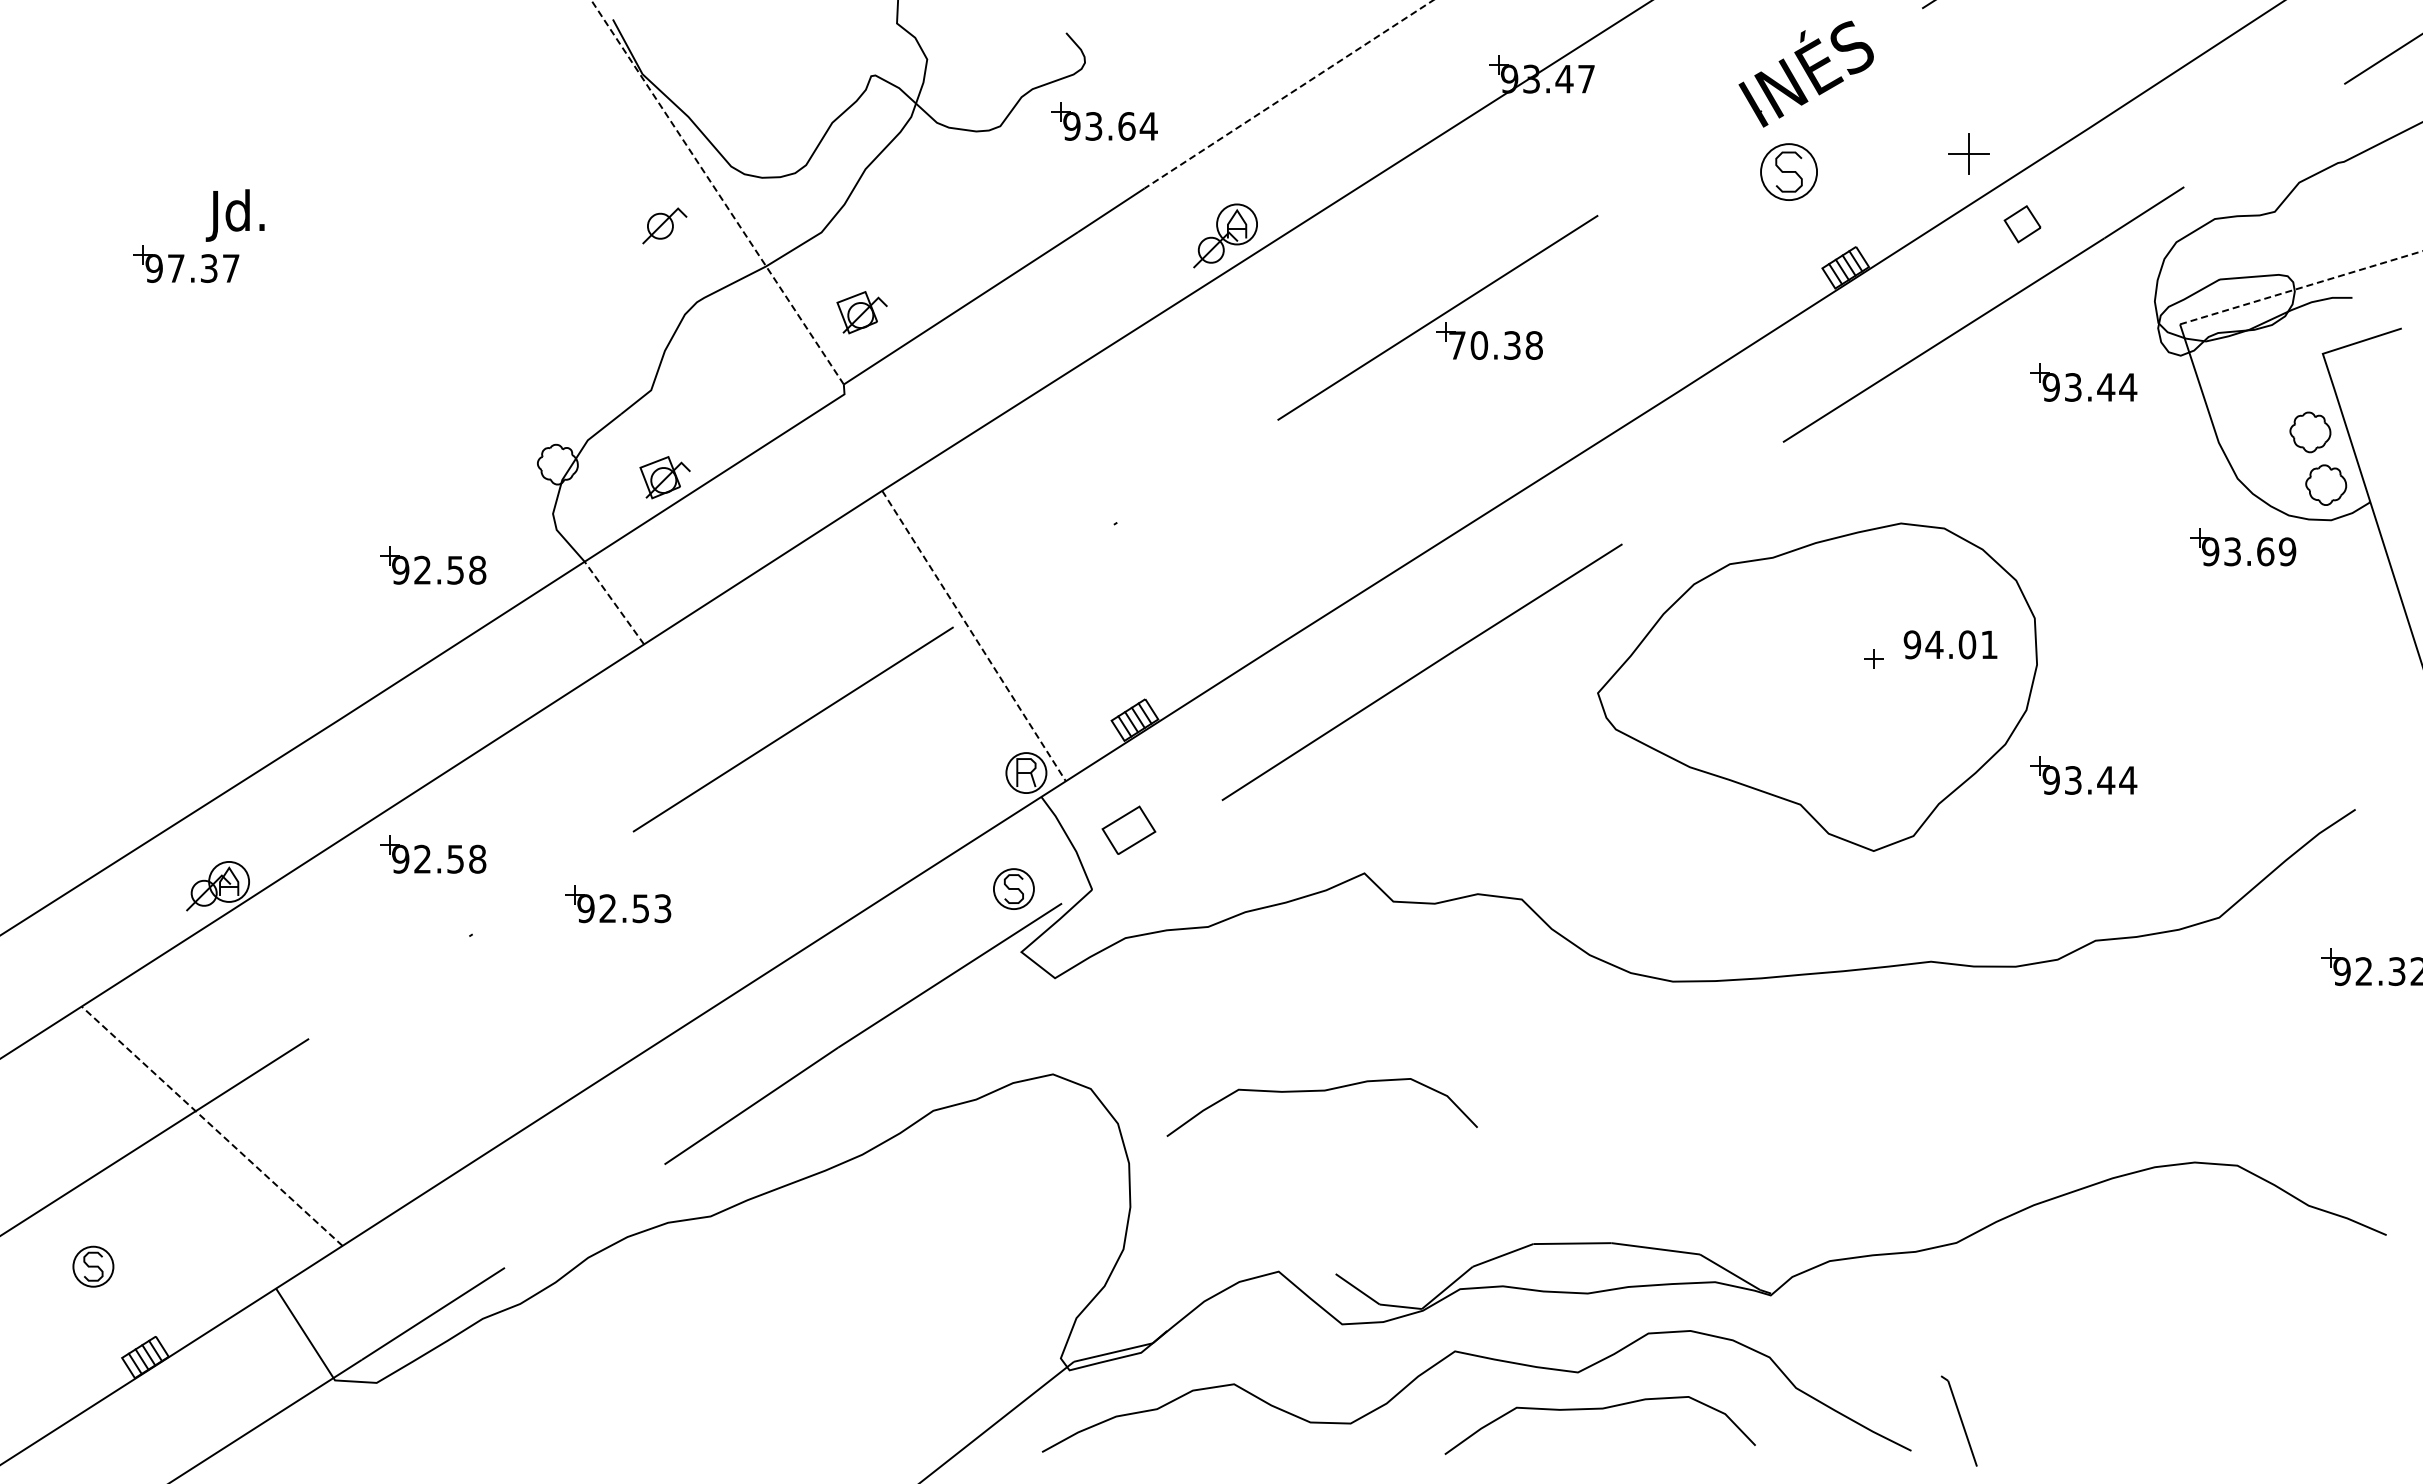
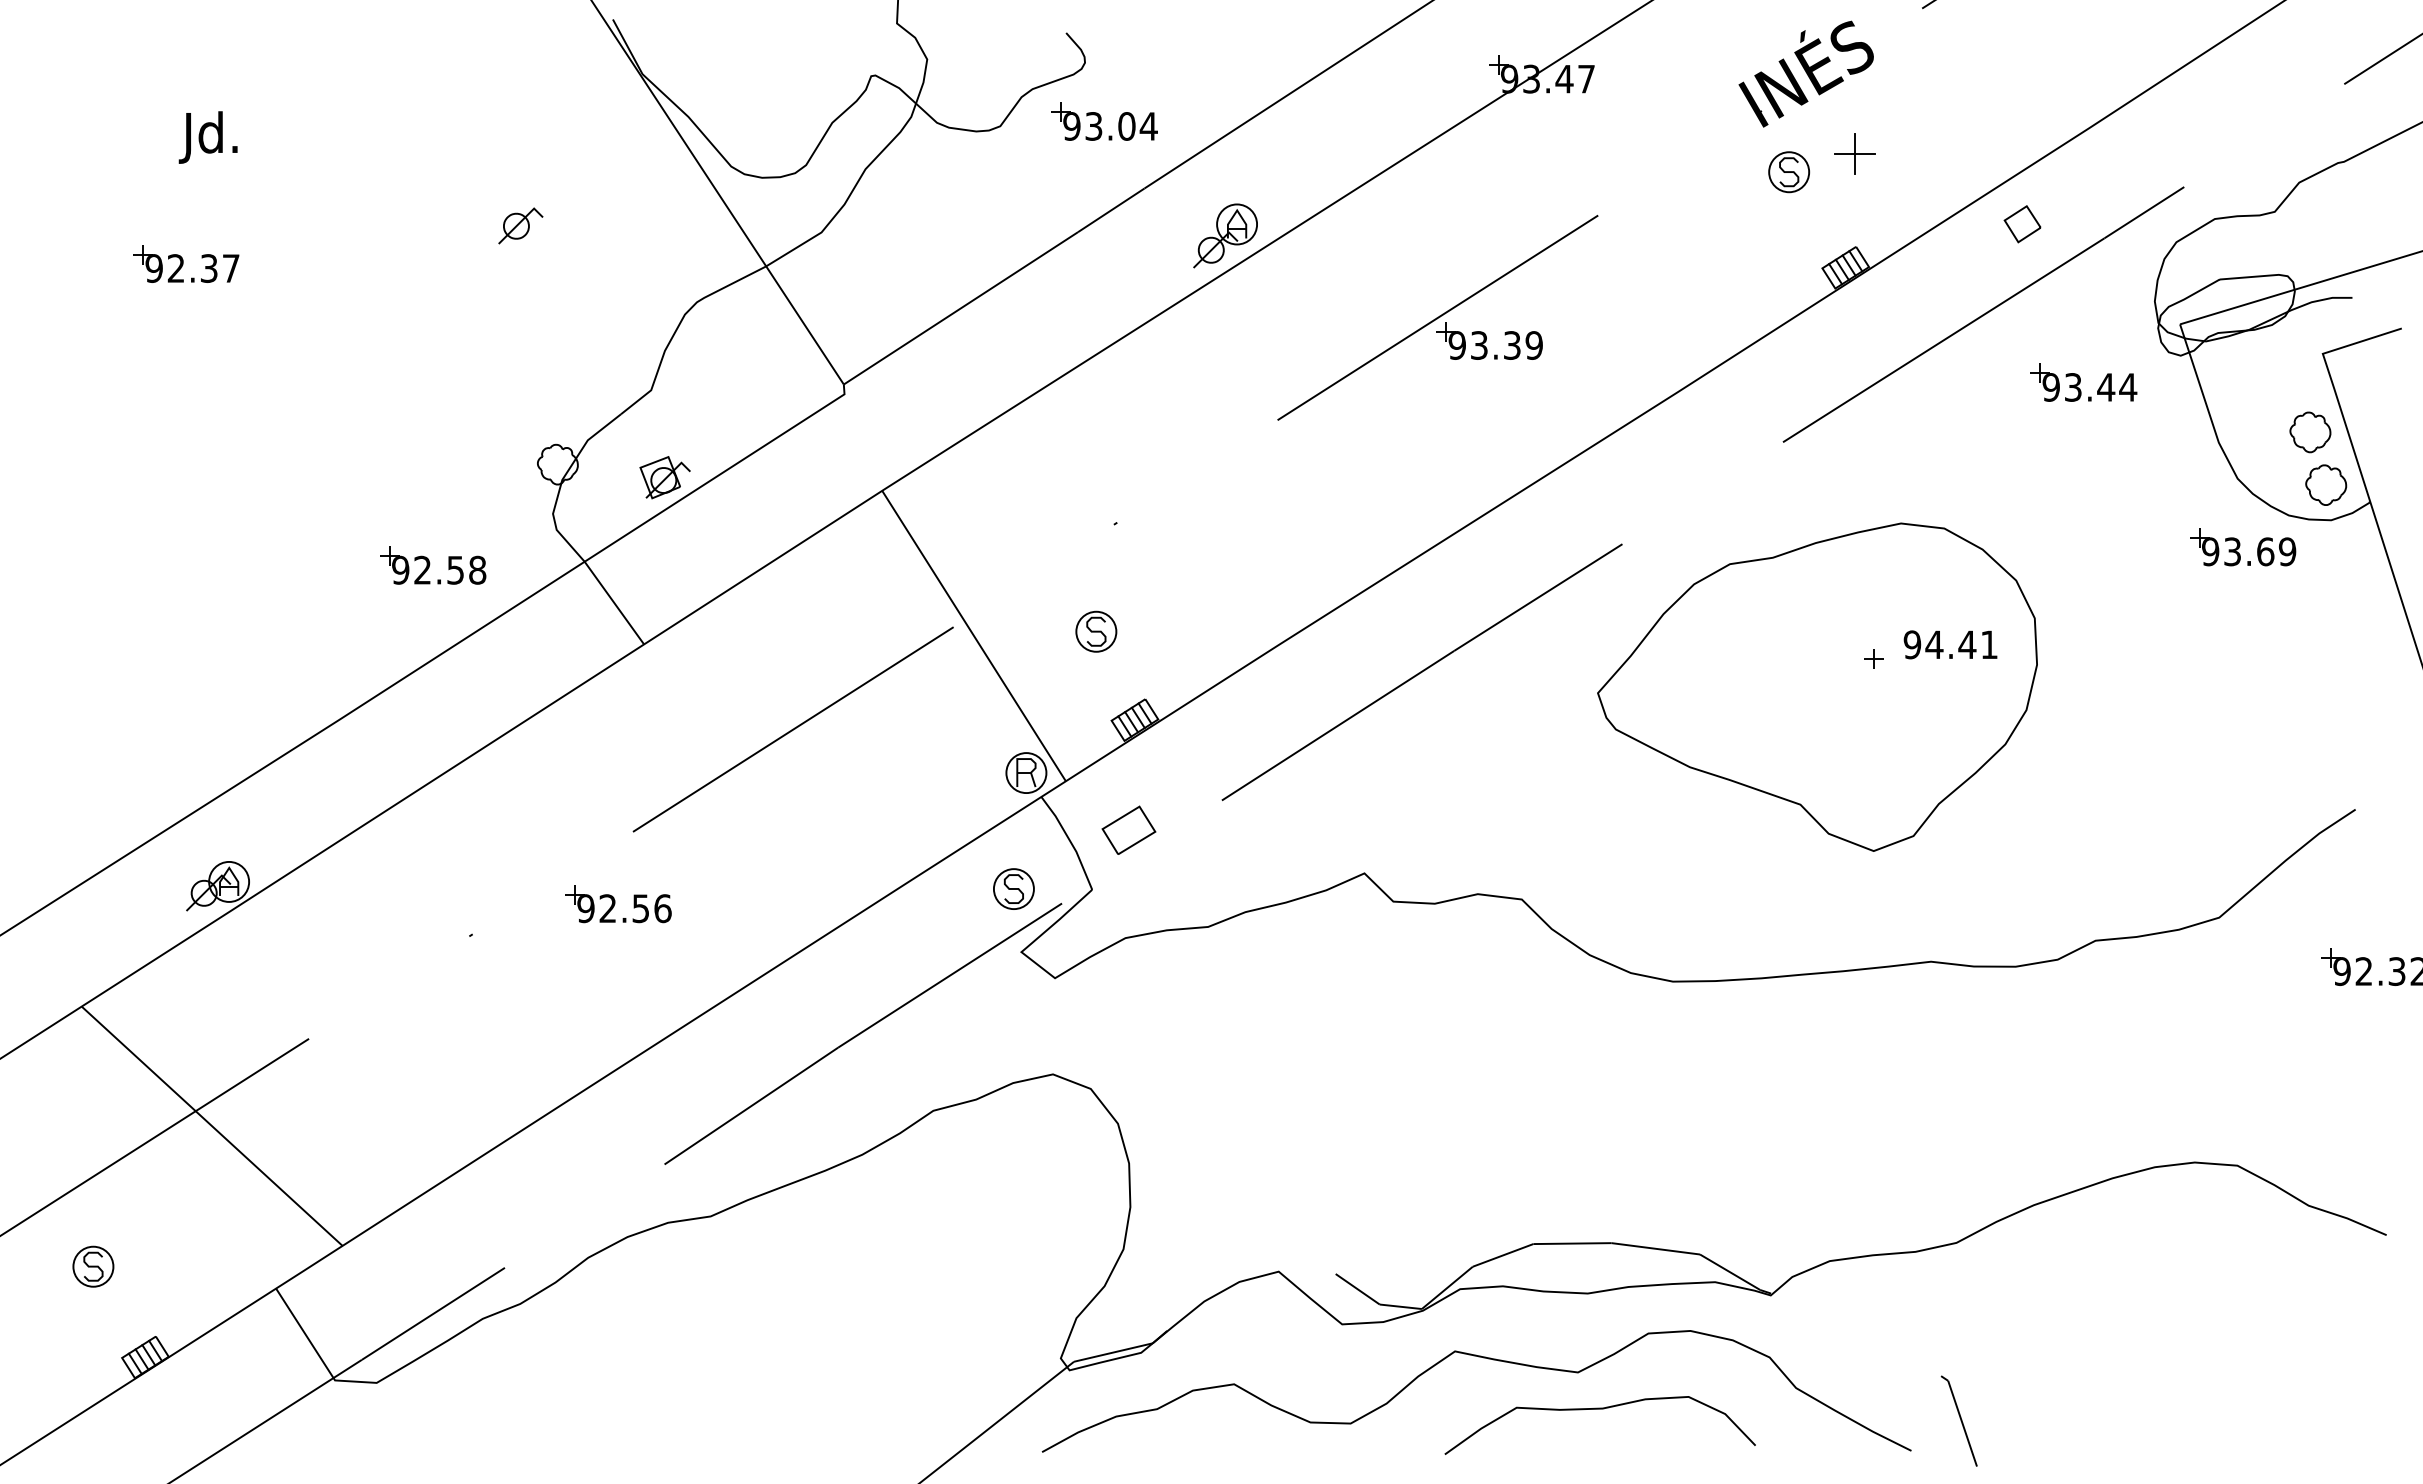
line at (1288, 94): dashed -> solid
text at (1126, 126): 93.64 -> 93.04
part at (1968, 153) position: (1968, 153) -> (1854, 153)
part at (1788, 171) size: 58x58 px -> 43x43 px
line at (717, 192): dashed -> solid
text at (234, 215) position: (234, 215) -> (207, 137)
part at (664, 225) position: (664, 225) -> (520, 225)
text at (175, 268): 97.37 -> 92.37
line at (2301, 287): dashed -> solid
part at (861, 312): present -> none
text at (1495, 345): 70.38 -> 93.39
line at (614, 603): dashed -> solid
part at (1096, 631): none -> present
line at (974, 636): dashed -> solid
text at (1967, 644): 94.01 -> 94.41
part at (2083, 775): present -> none
part at (433, 854): present -> none
text at (662, 908): 92.53 -> 92.56
curve at (1321, 1091): present -> none
line at (211, 1125): dashed -> solid
